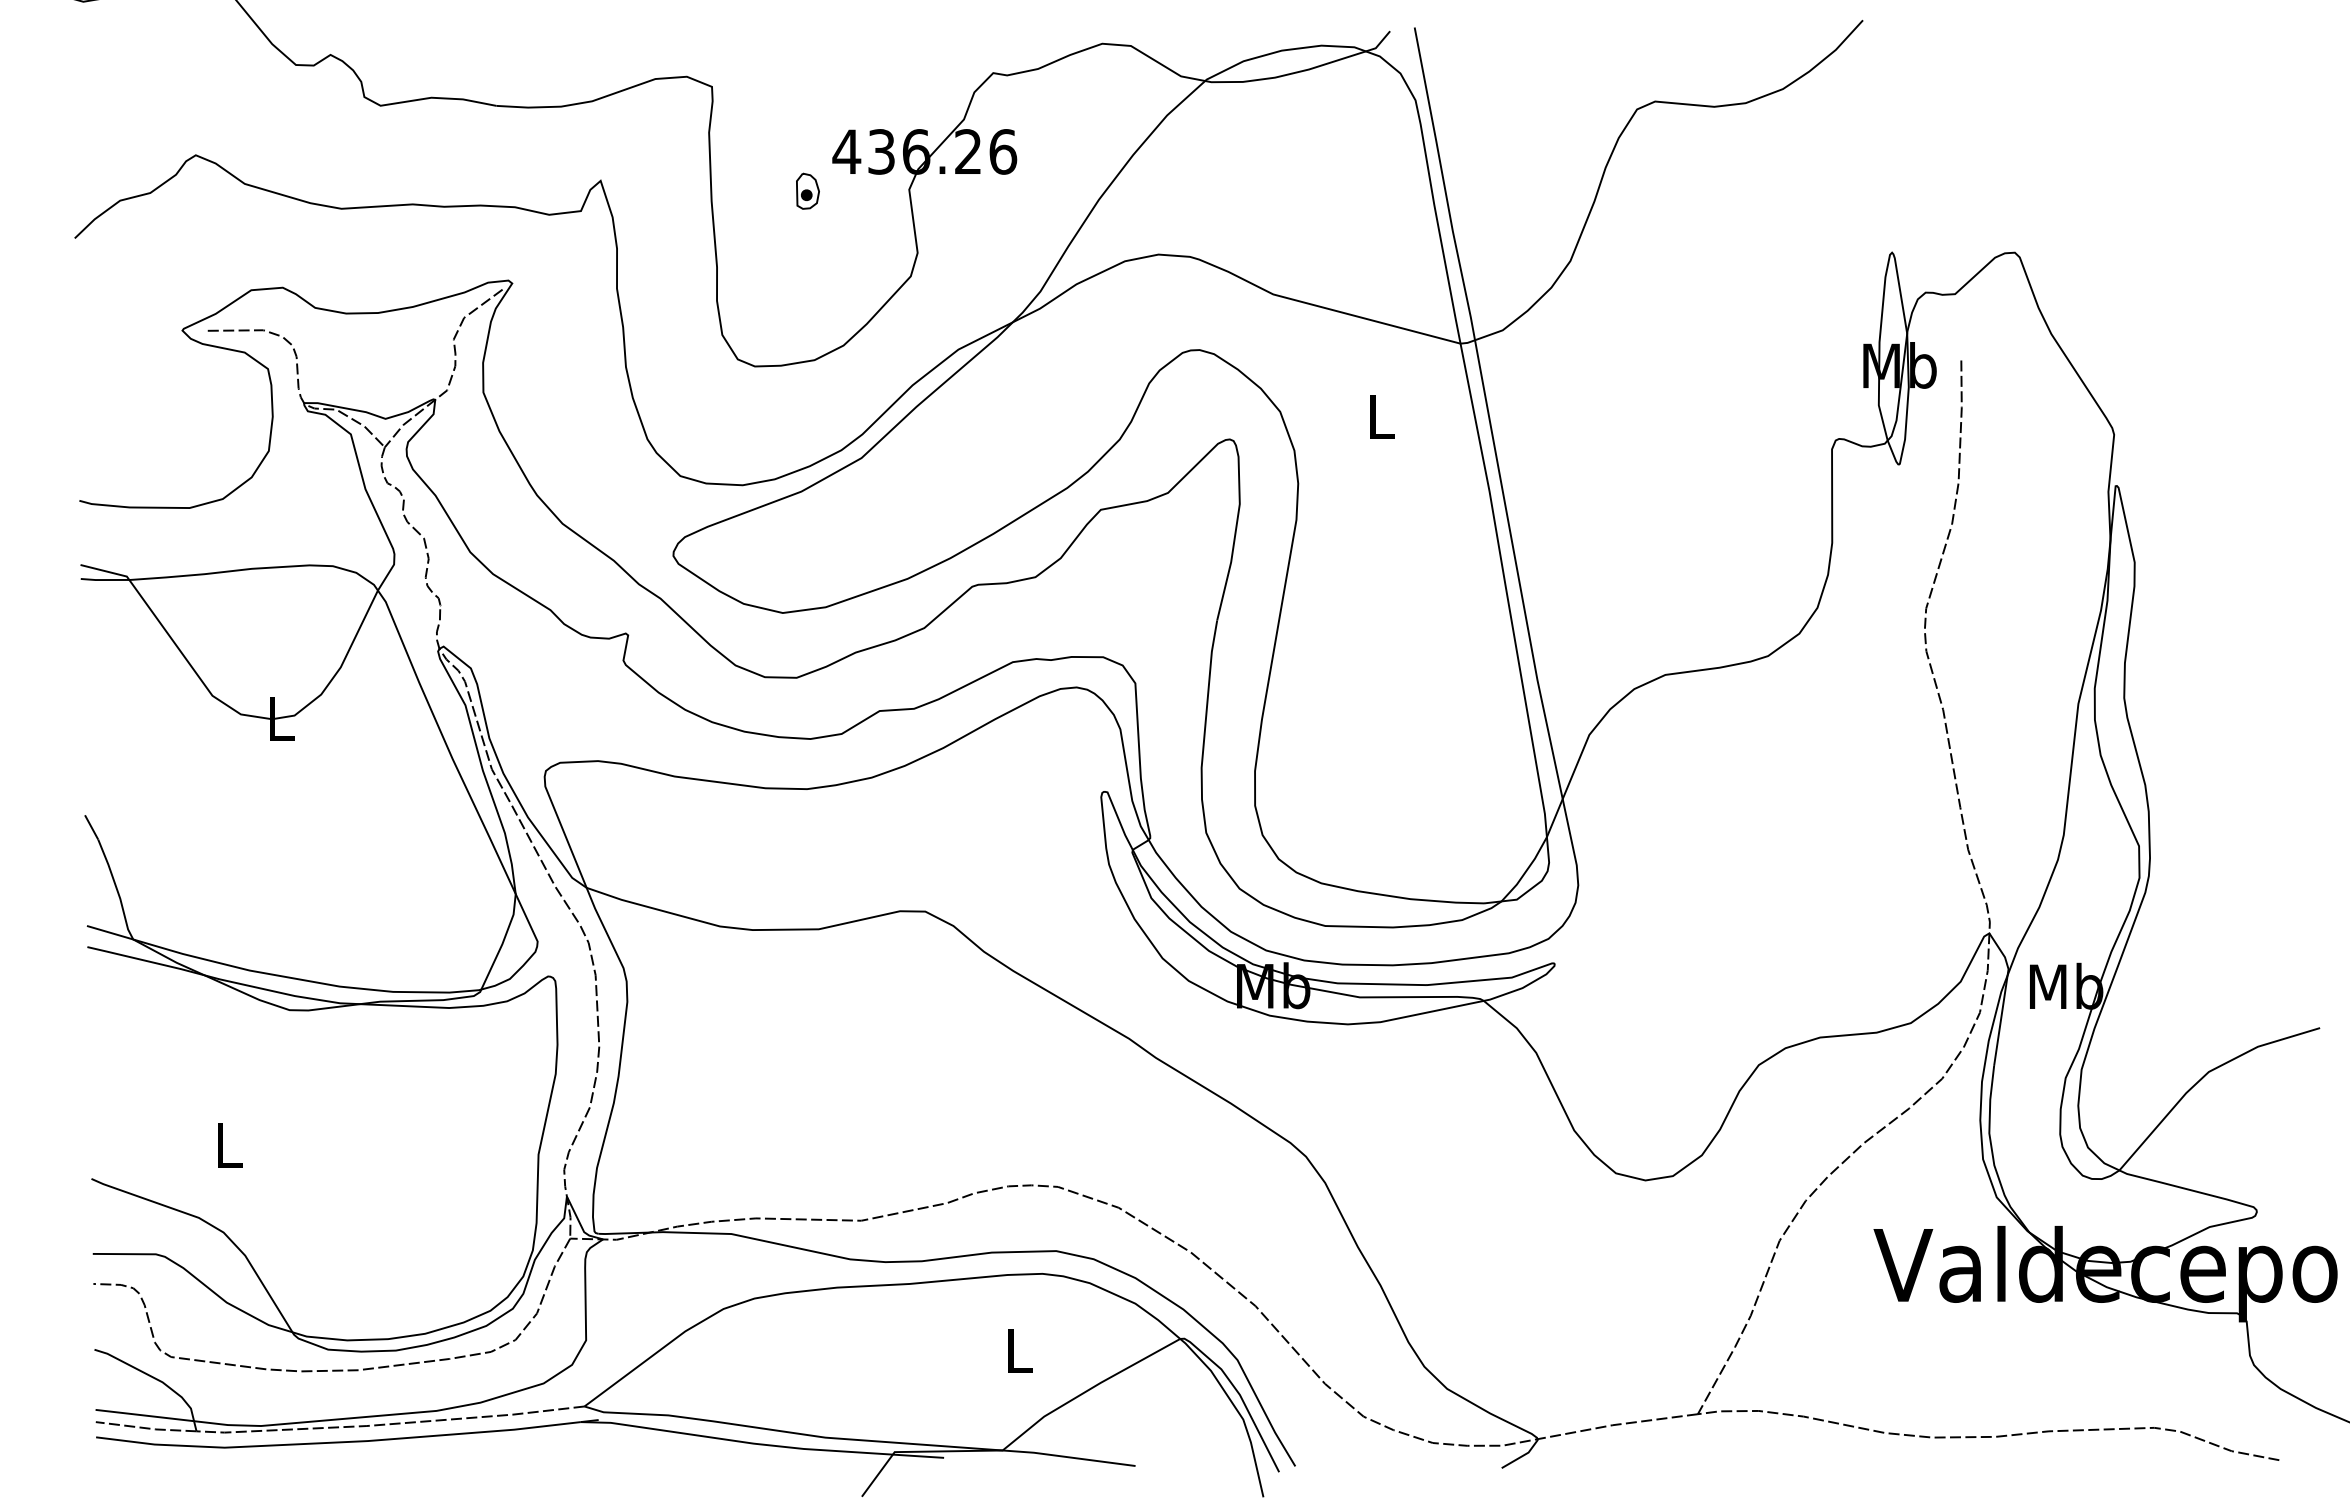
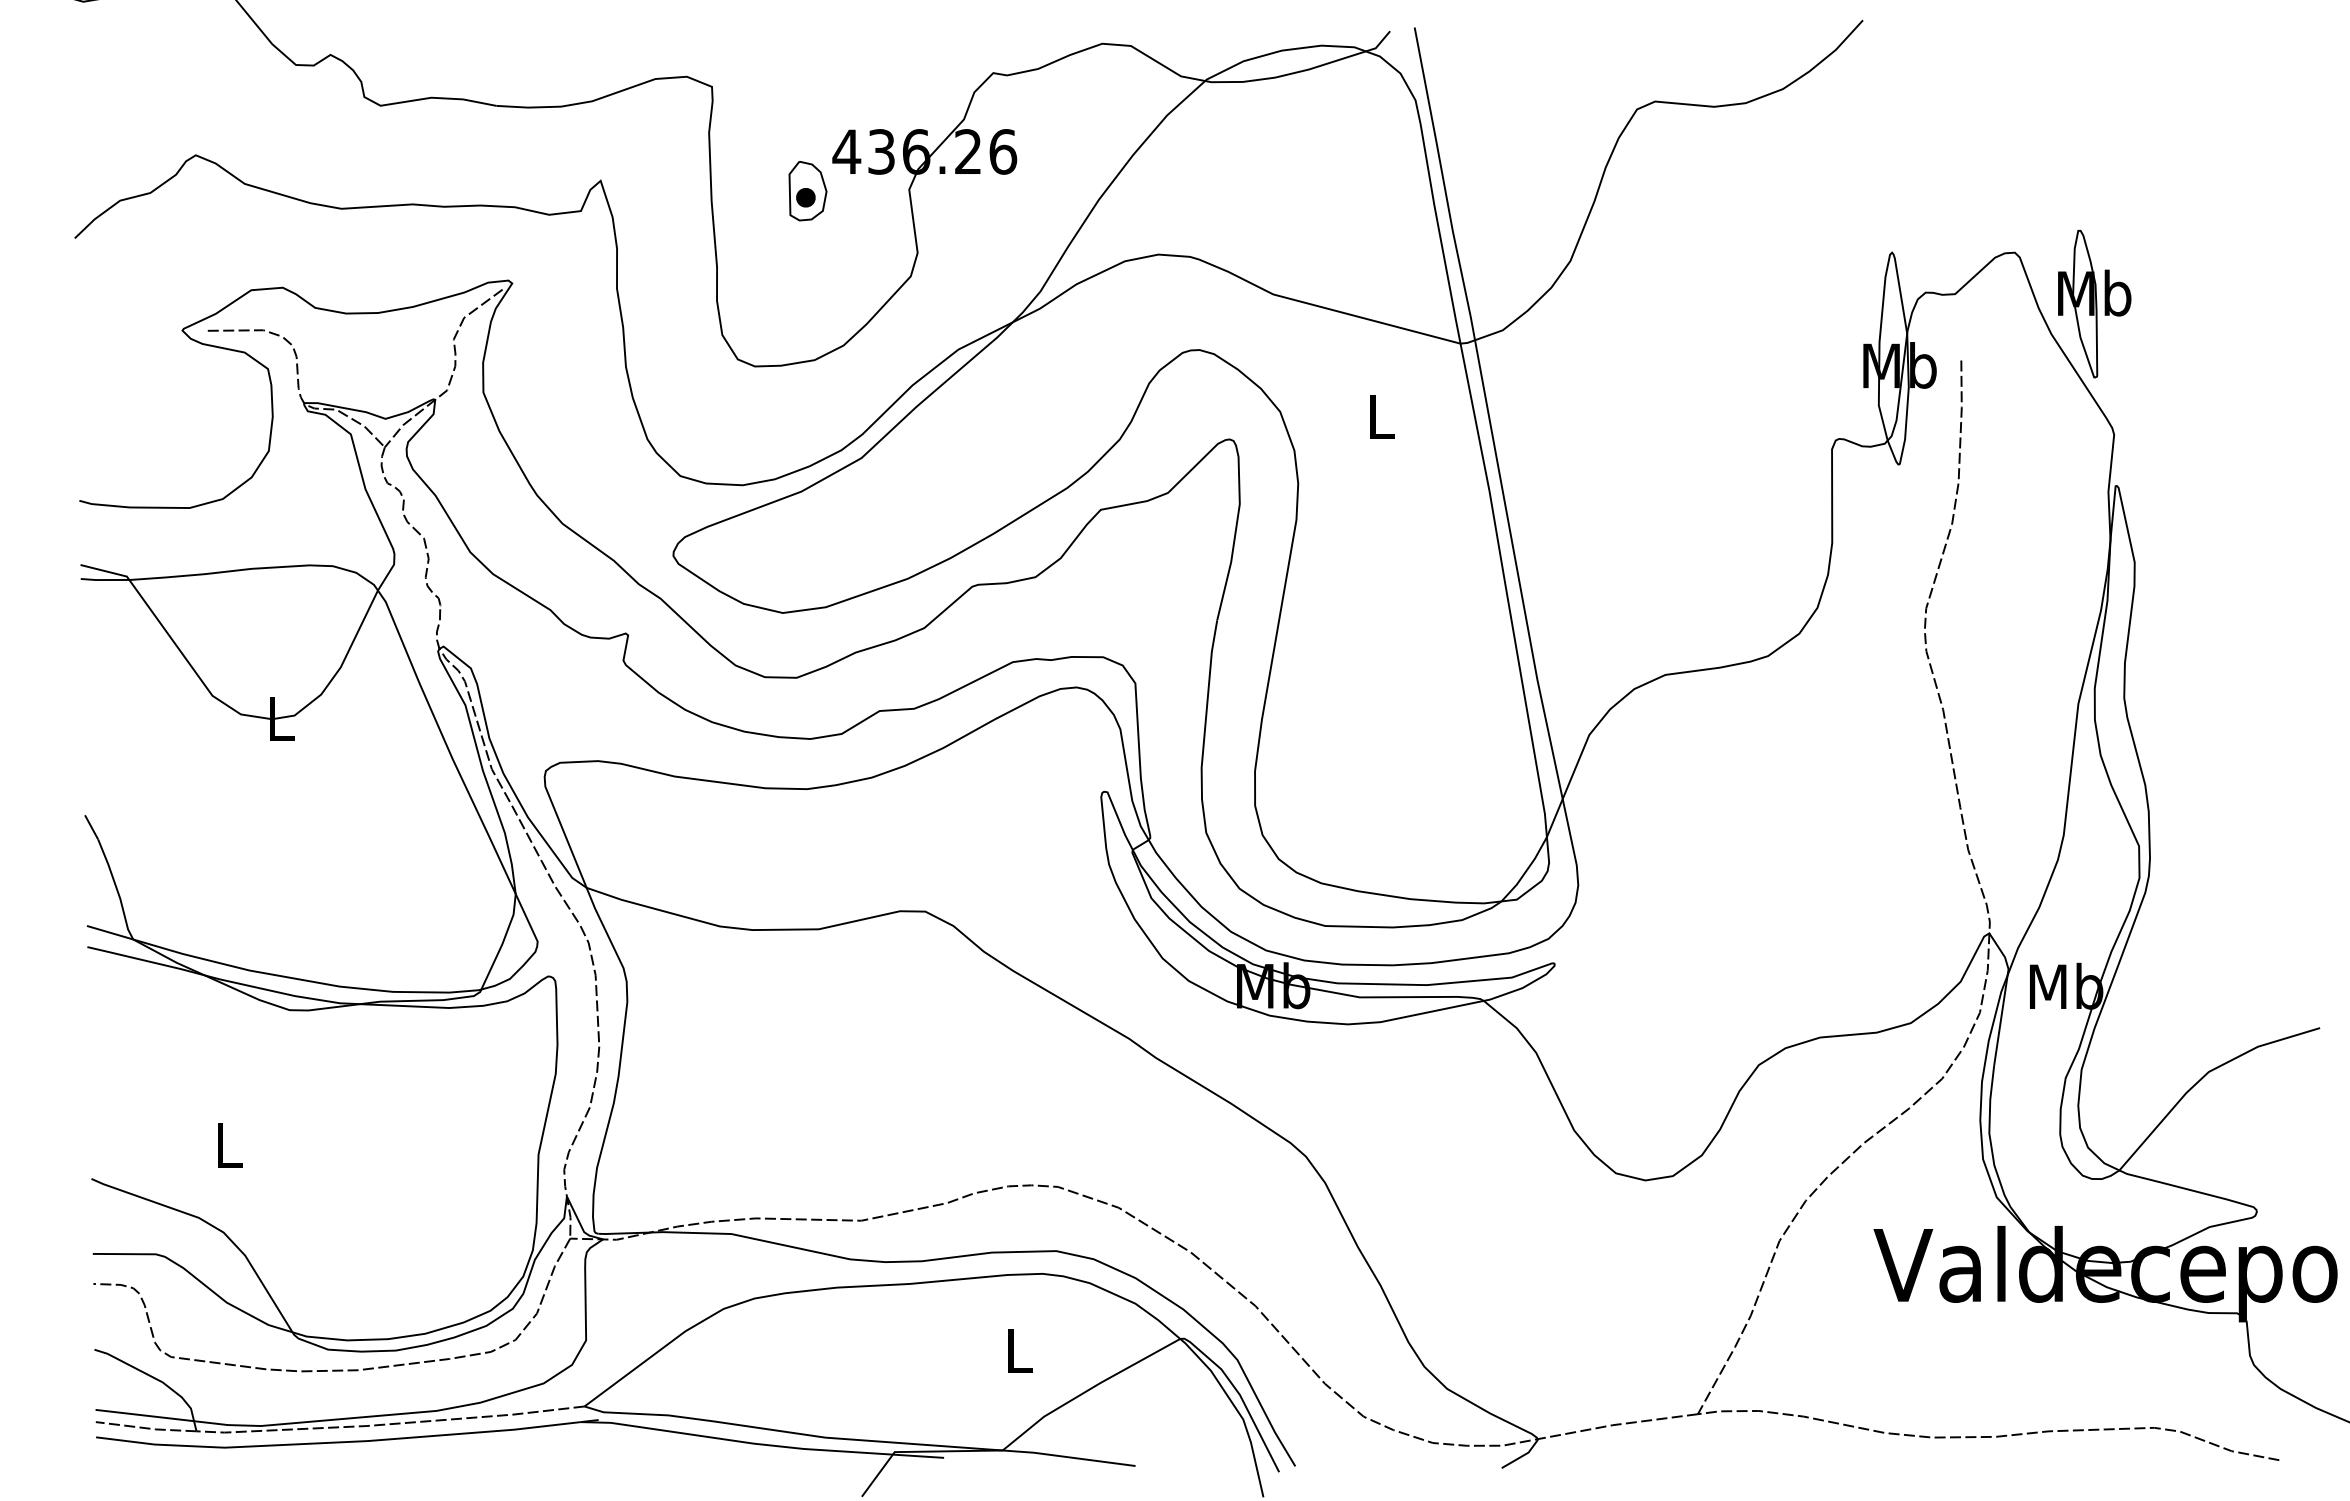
part at (807, 190) size: 24x38 px -> 40x61 px
part at (2094, 303): none -> present
